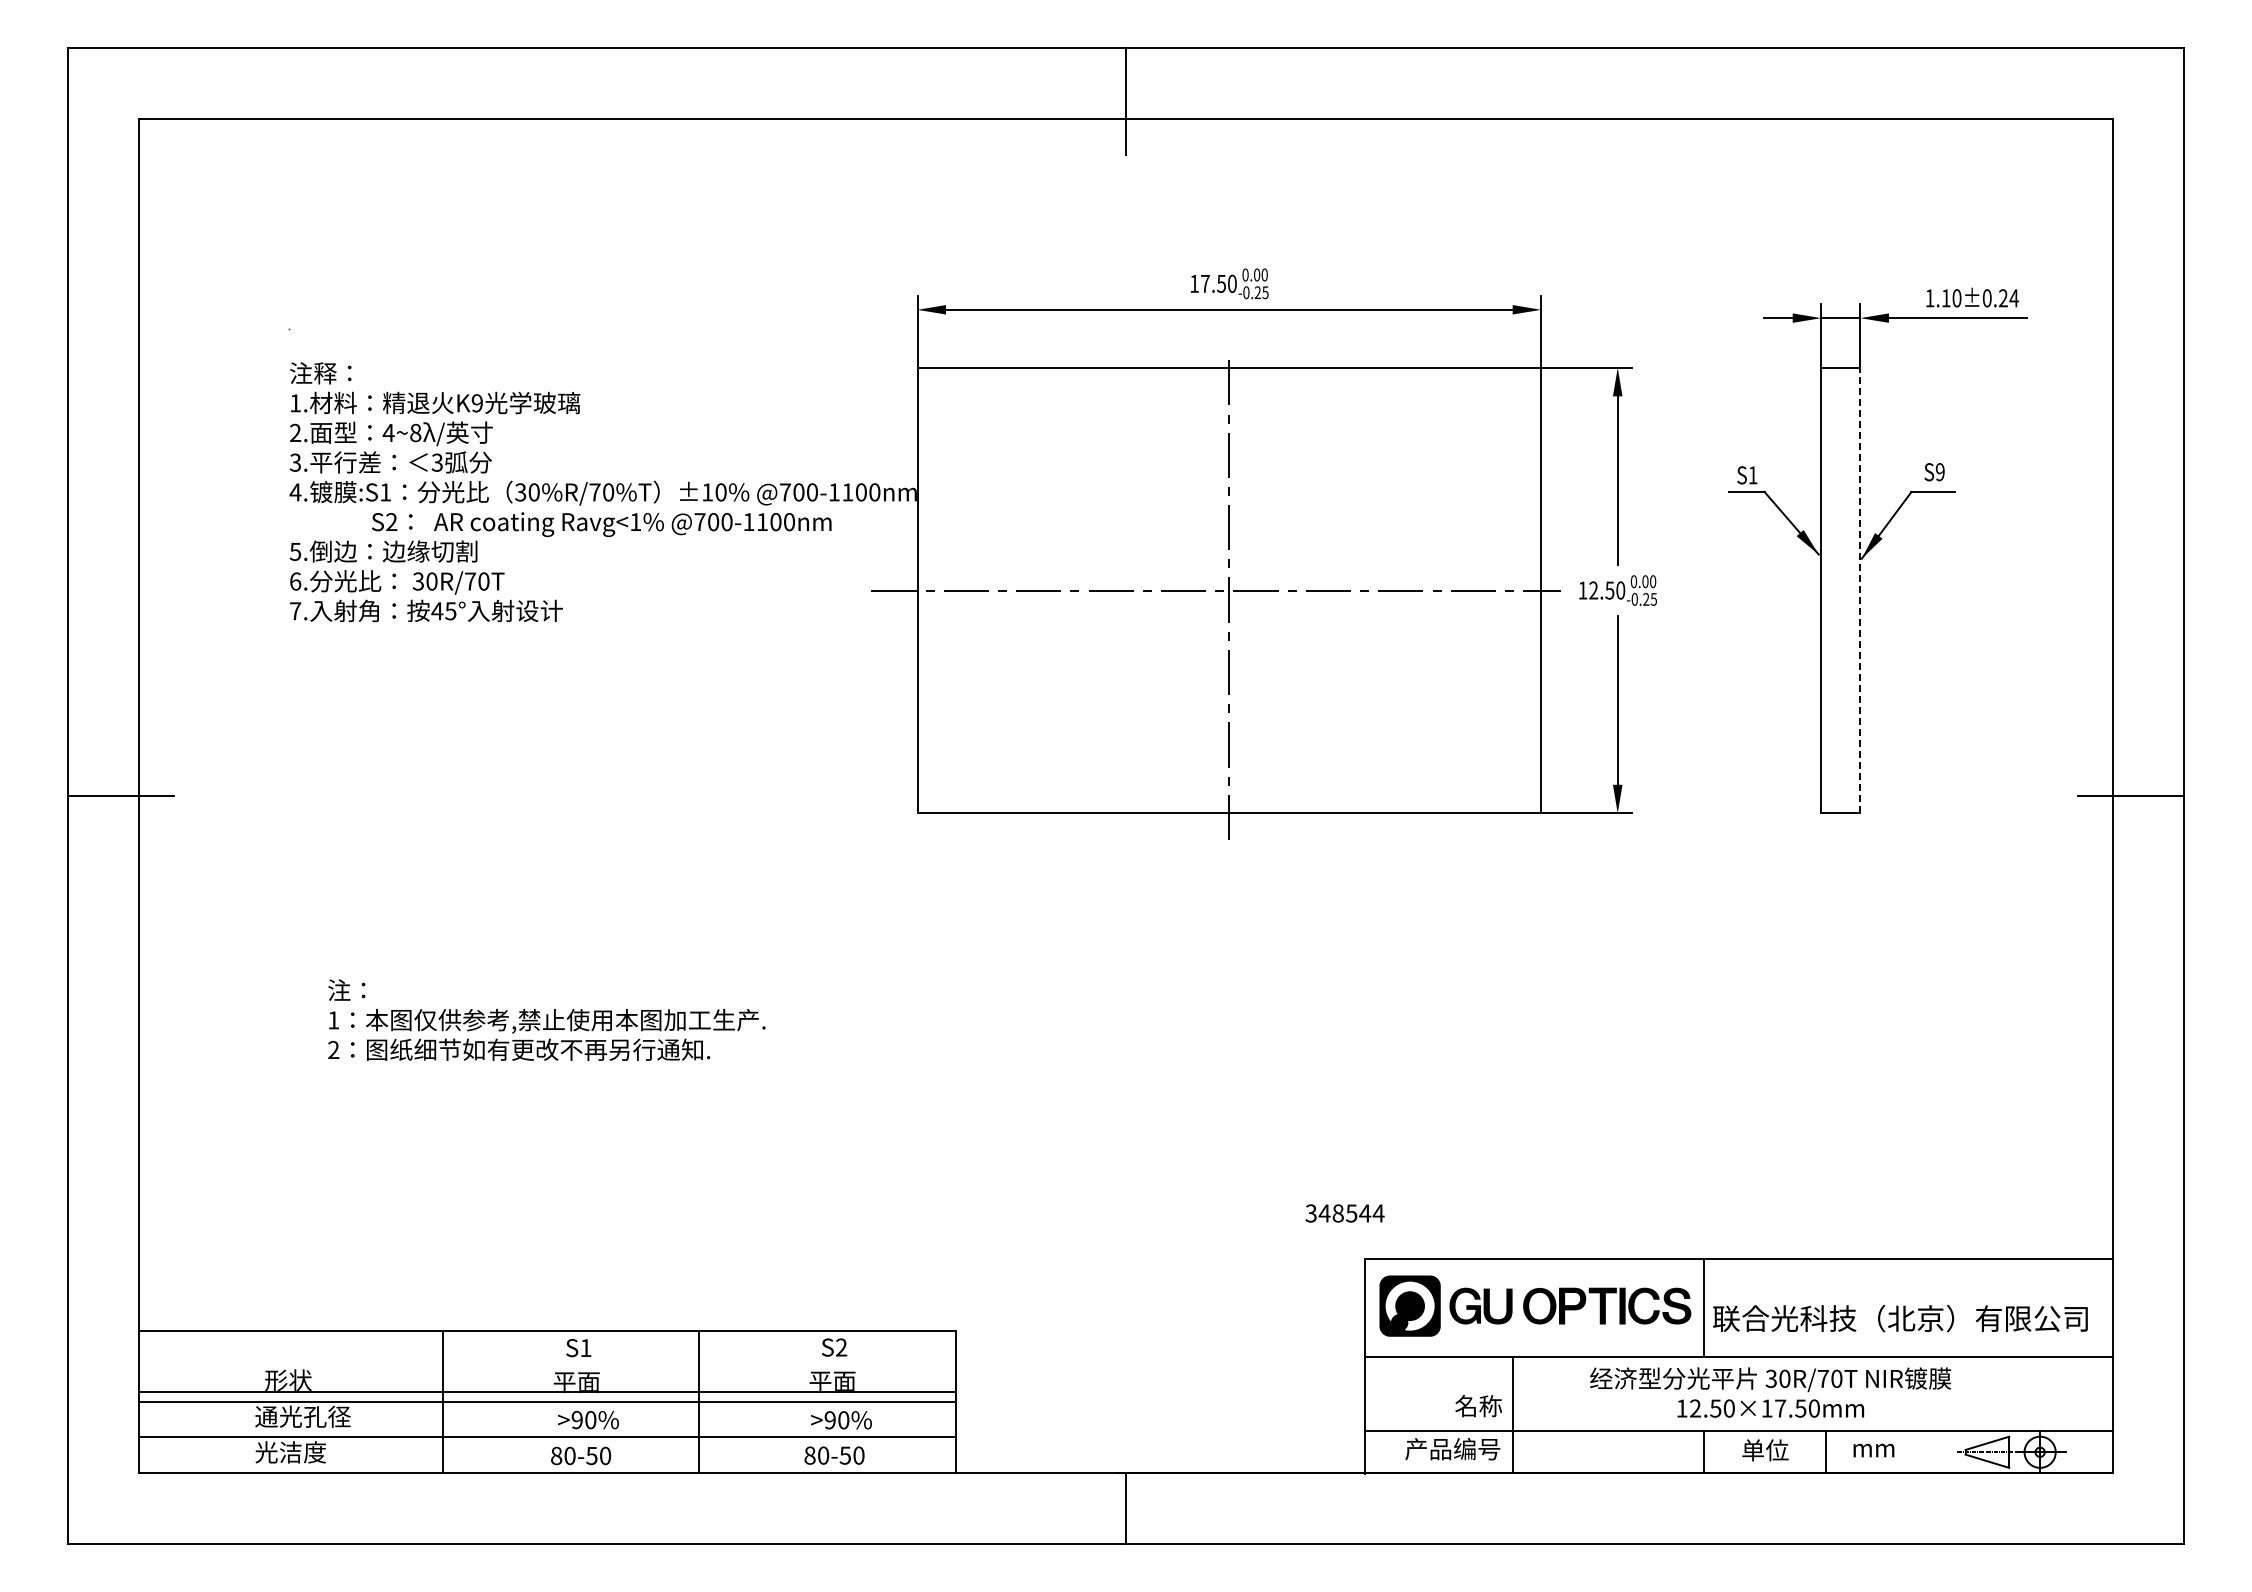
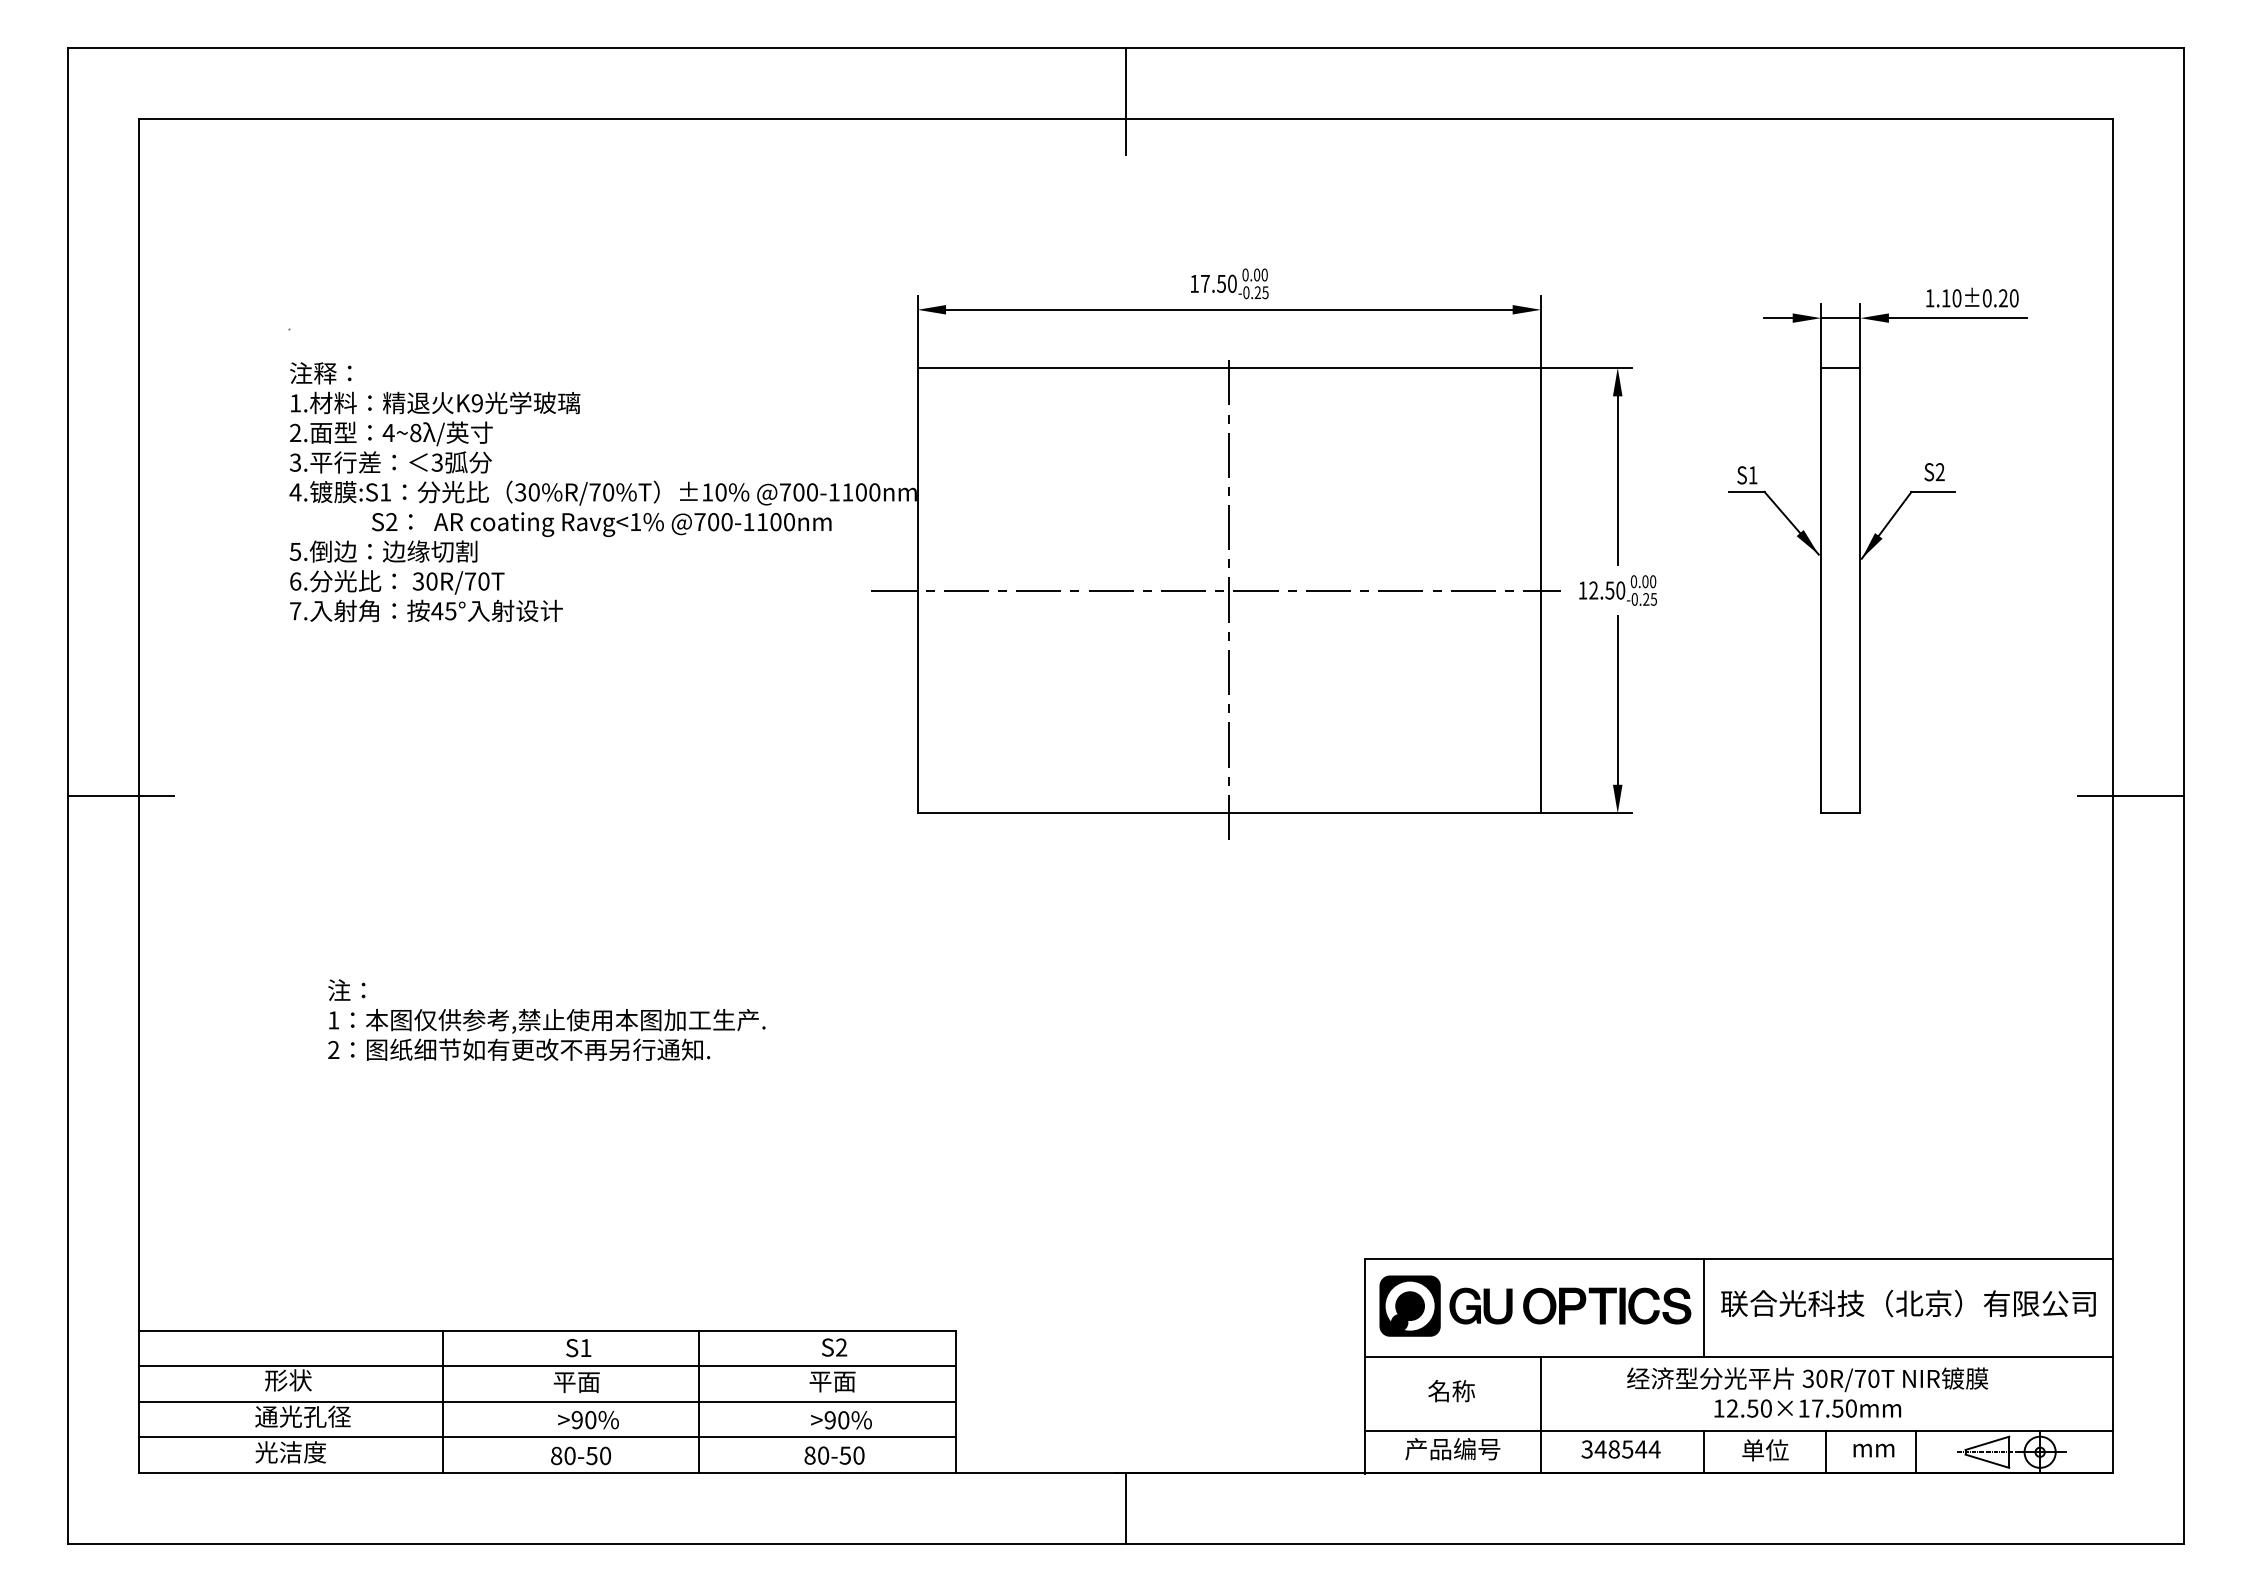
text at (2014, 298): 1.10±0.24 -> 1.10±0.20
text at (1939, 472): S9 -> S2
line at (1860, 590): dashed -> solid
text at (1344, 1213) position: (1344, 1213) -> (1620, 1449)
text at (1900, 1318) position: (1900, 1318) -> (1908, 1303)
line at (546, 1392) position: (546, 1392) -> (546, 1366)
text at (1770, 1392) position: (1770, 1392) -> (1807, 1392)
text at (1478, 1406) position: (1478, 1406) -> (1451, 1391)
line at (1513, 1414) position: (1513, 1414) -> (1541, 1414)
line at (1915, 1452): none -> present
